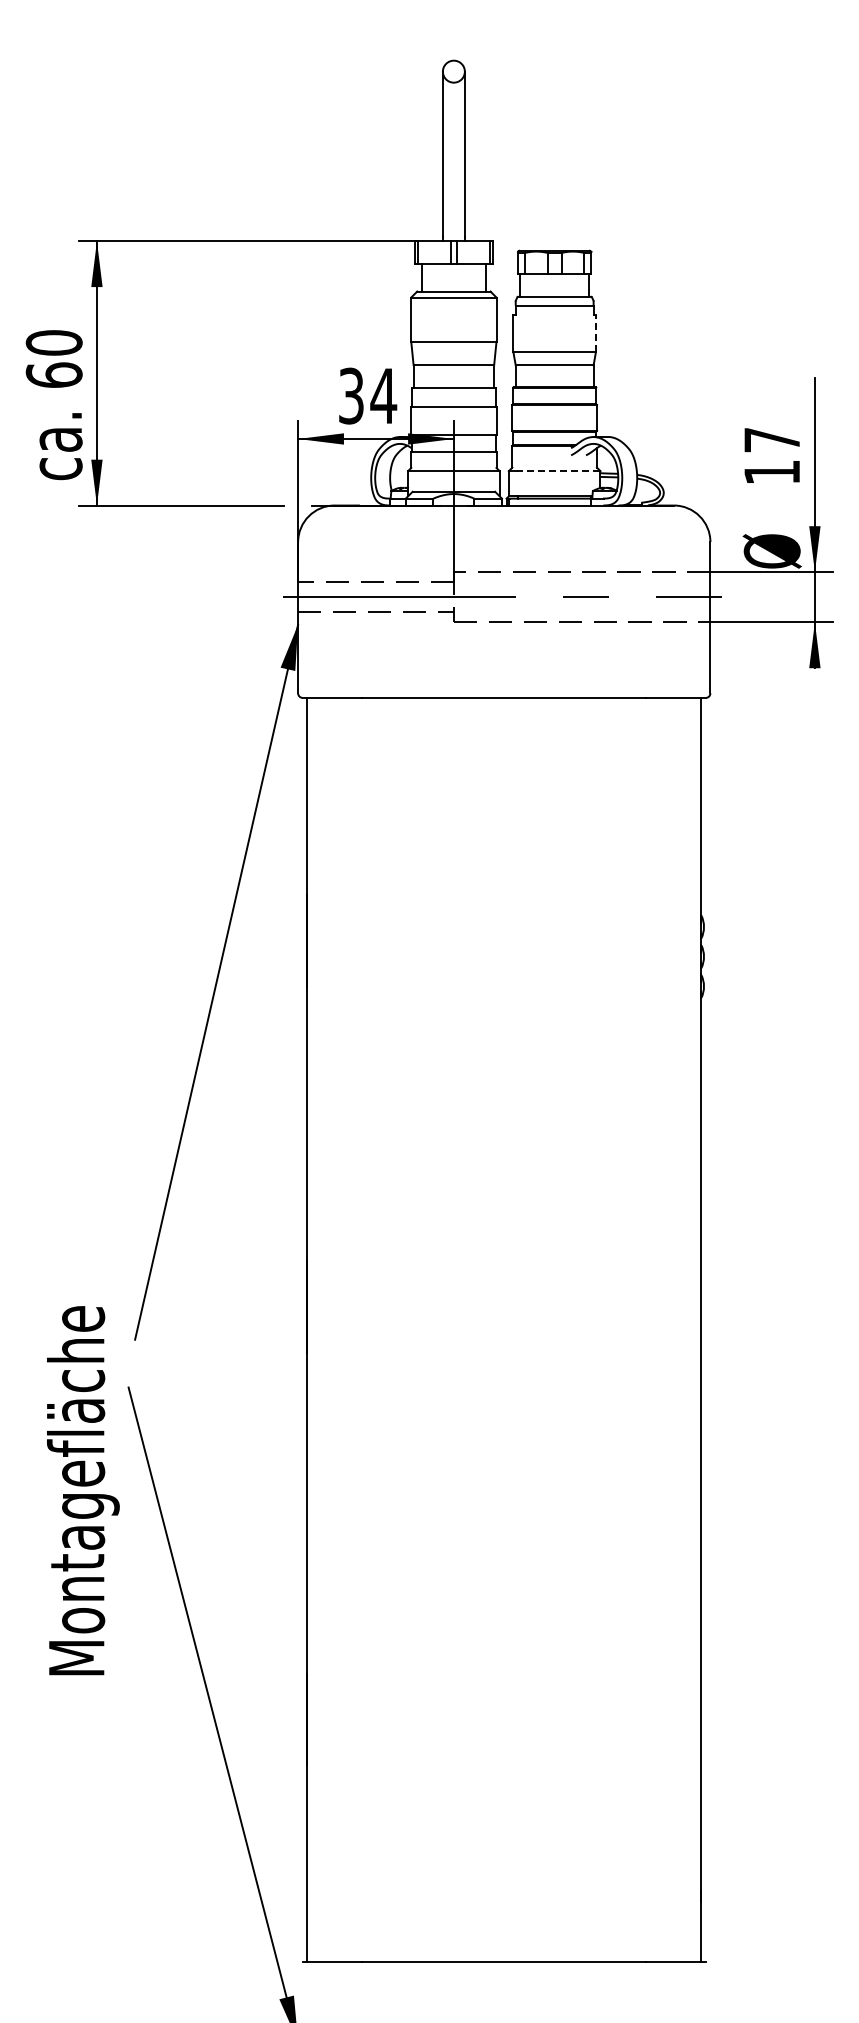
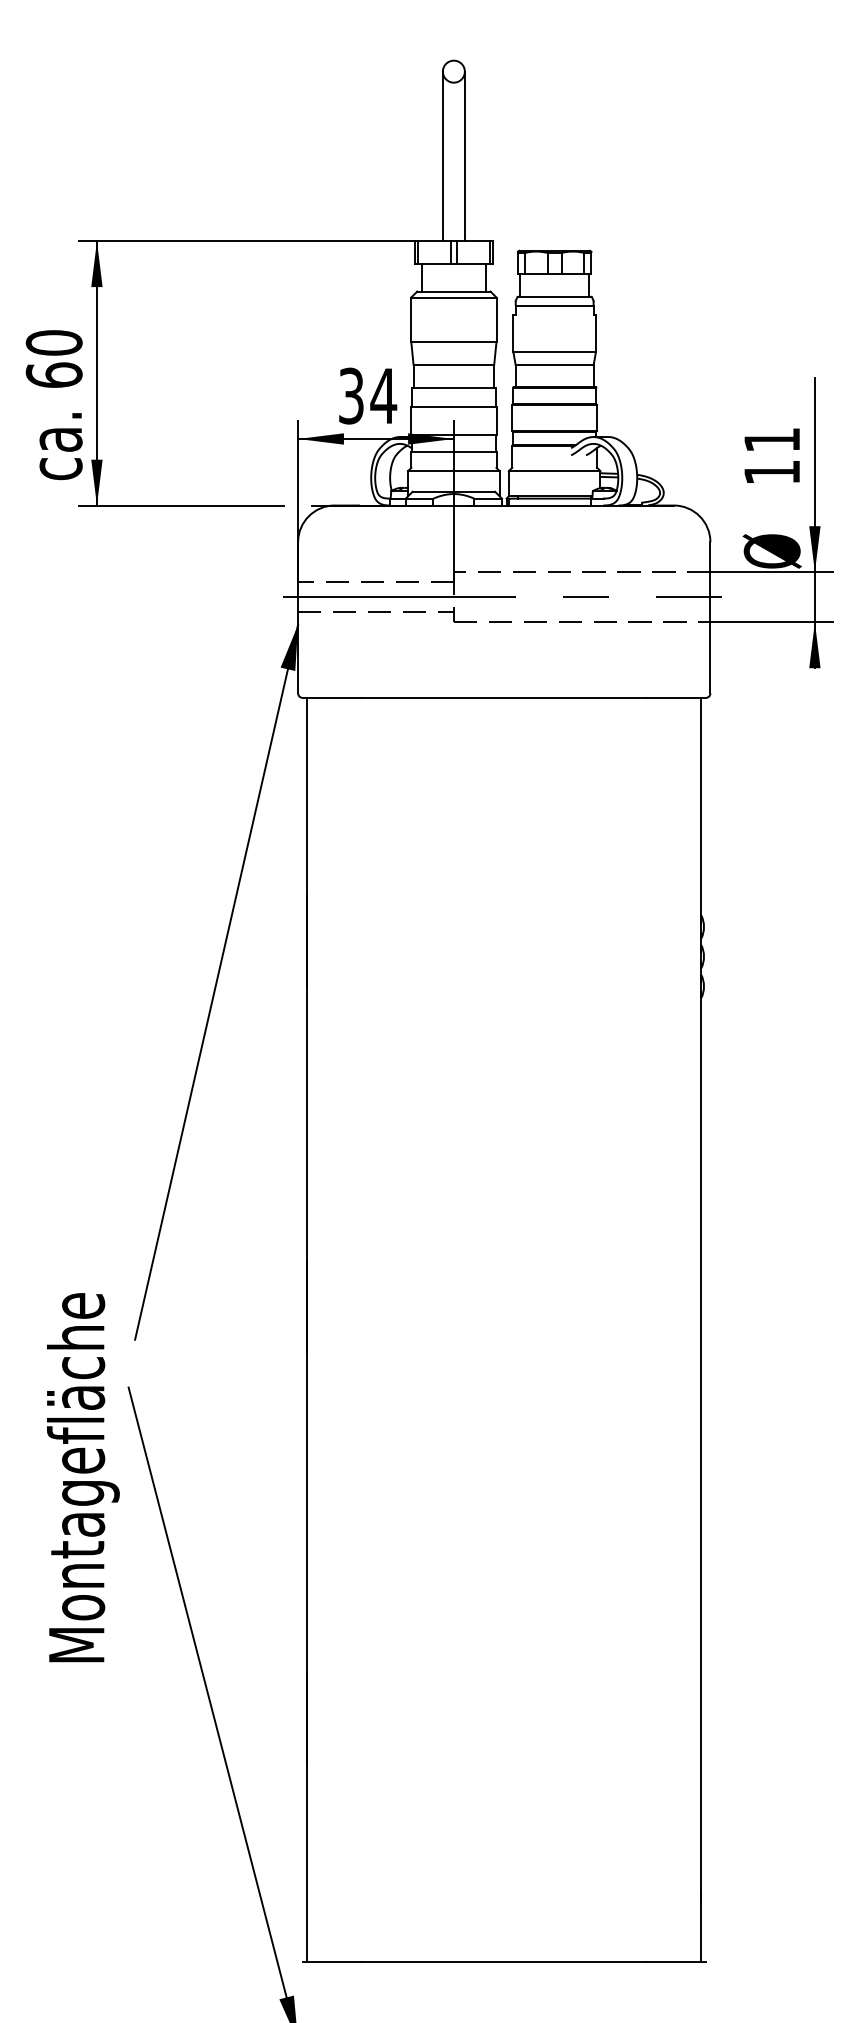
line at (595, 333): dashed -> solid
text at (771, 440): 17 -> 11
line at (558, 471): dashed -> solid
text at (83, 1490) position: (83, 1490) -> (83, 1477)
